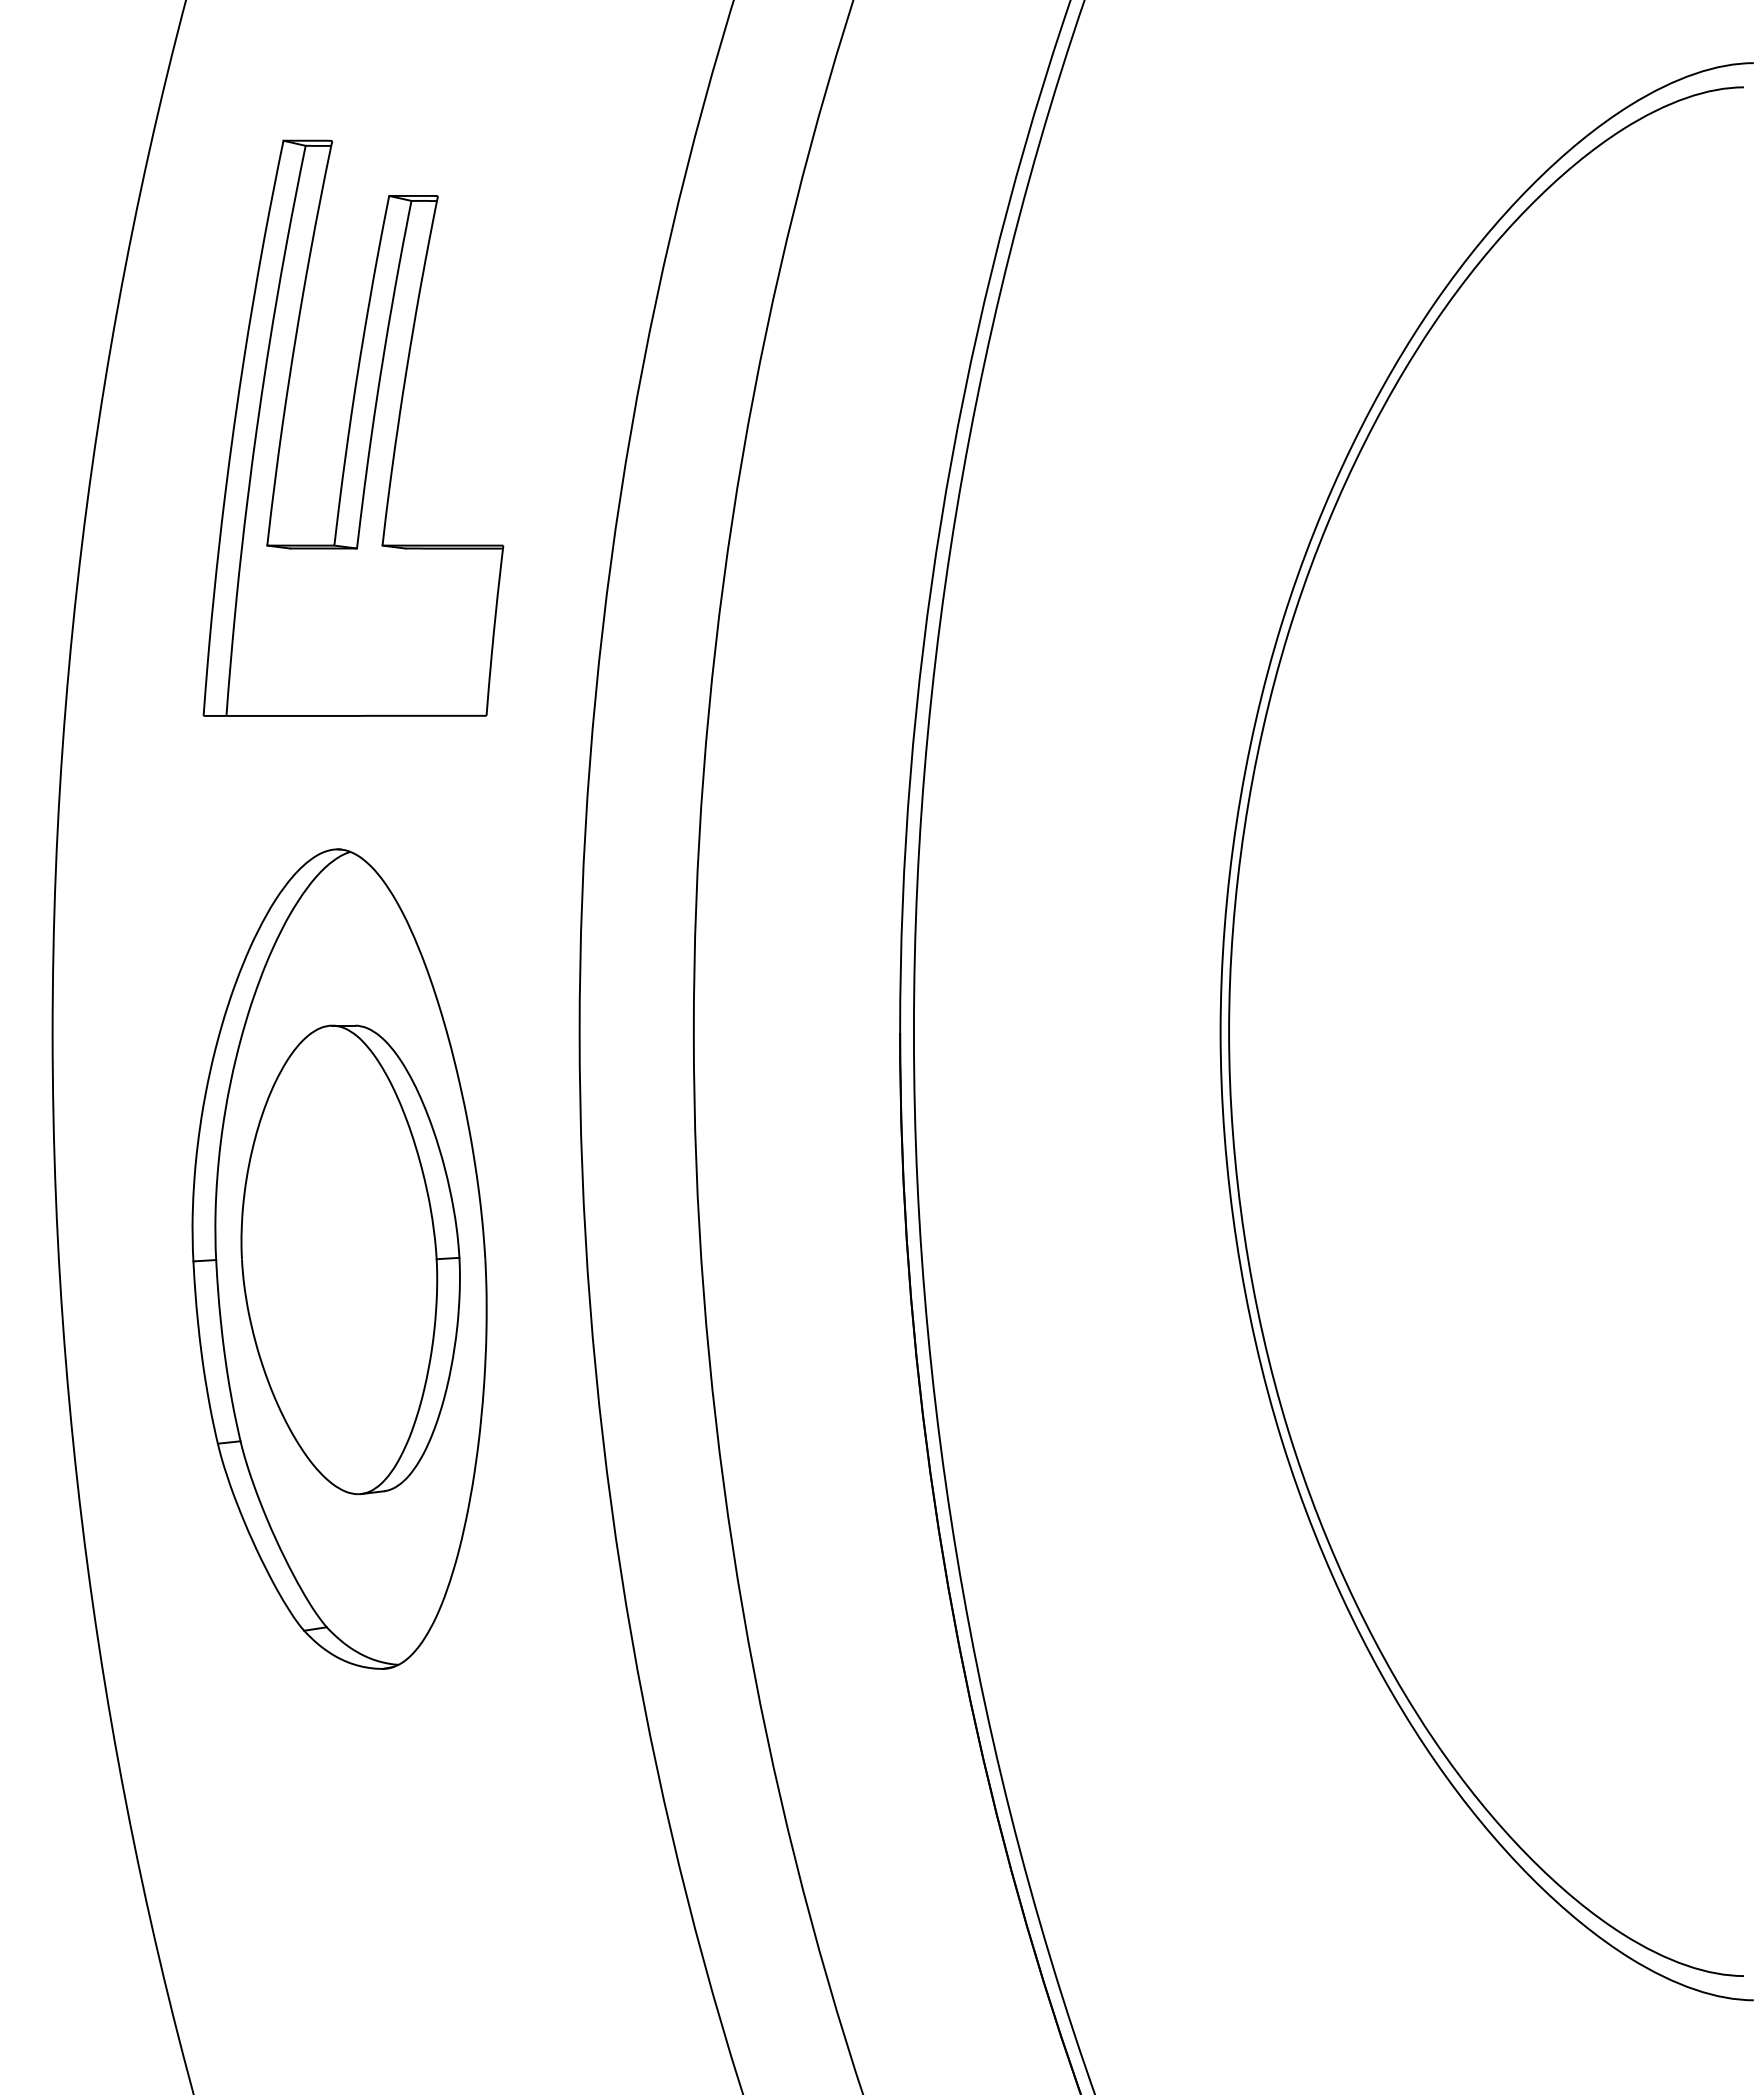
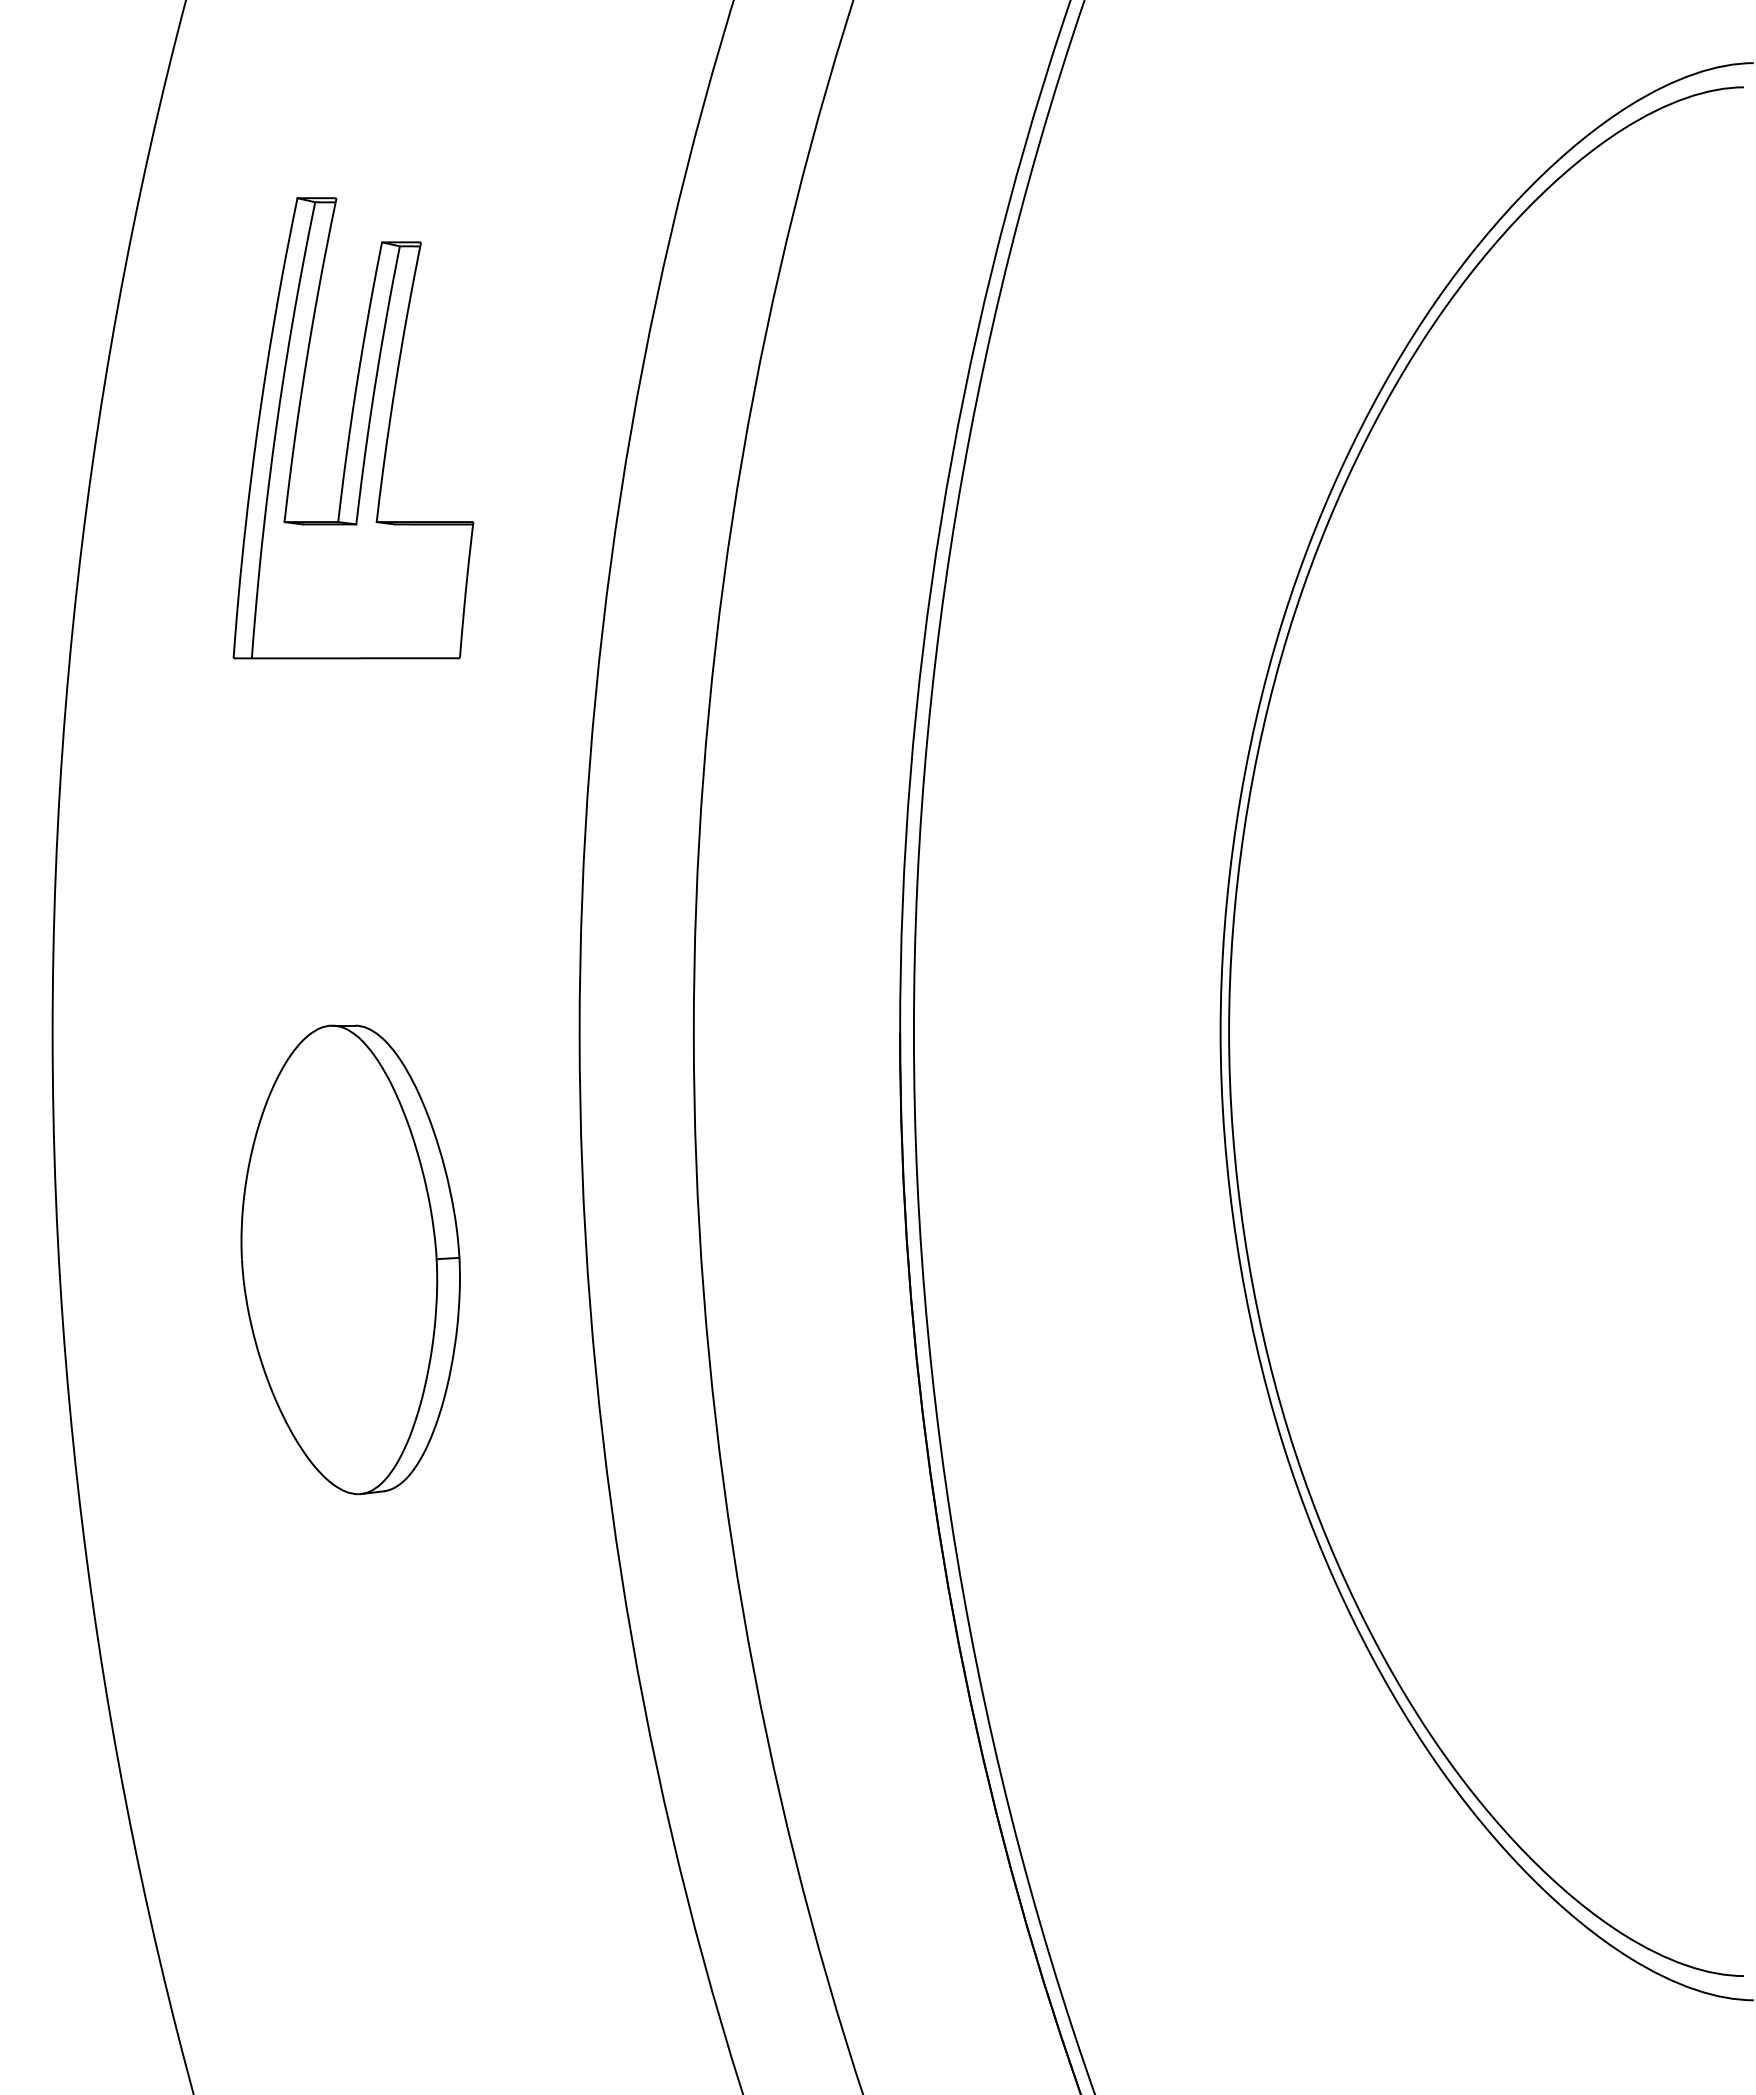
part at (353, 427) size: 303x578 px -> 243x463 px
part at (339, 1258): present -> none
